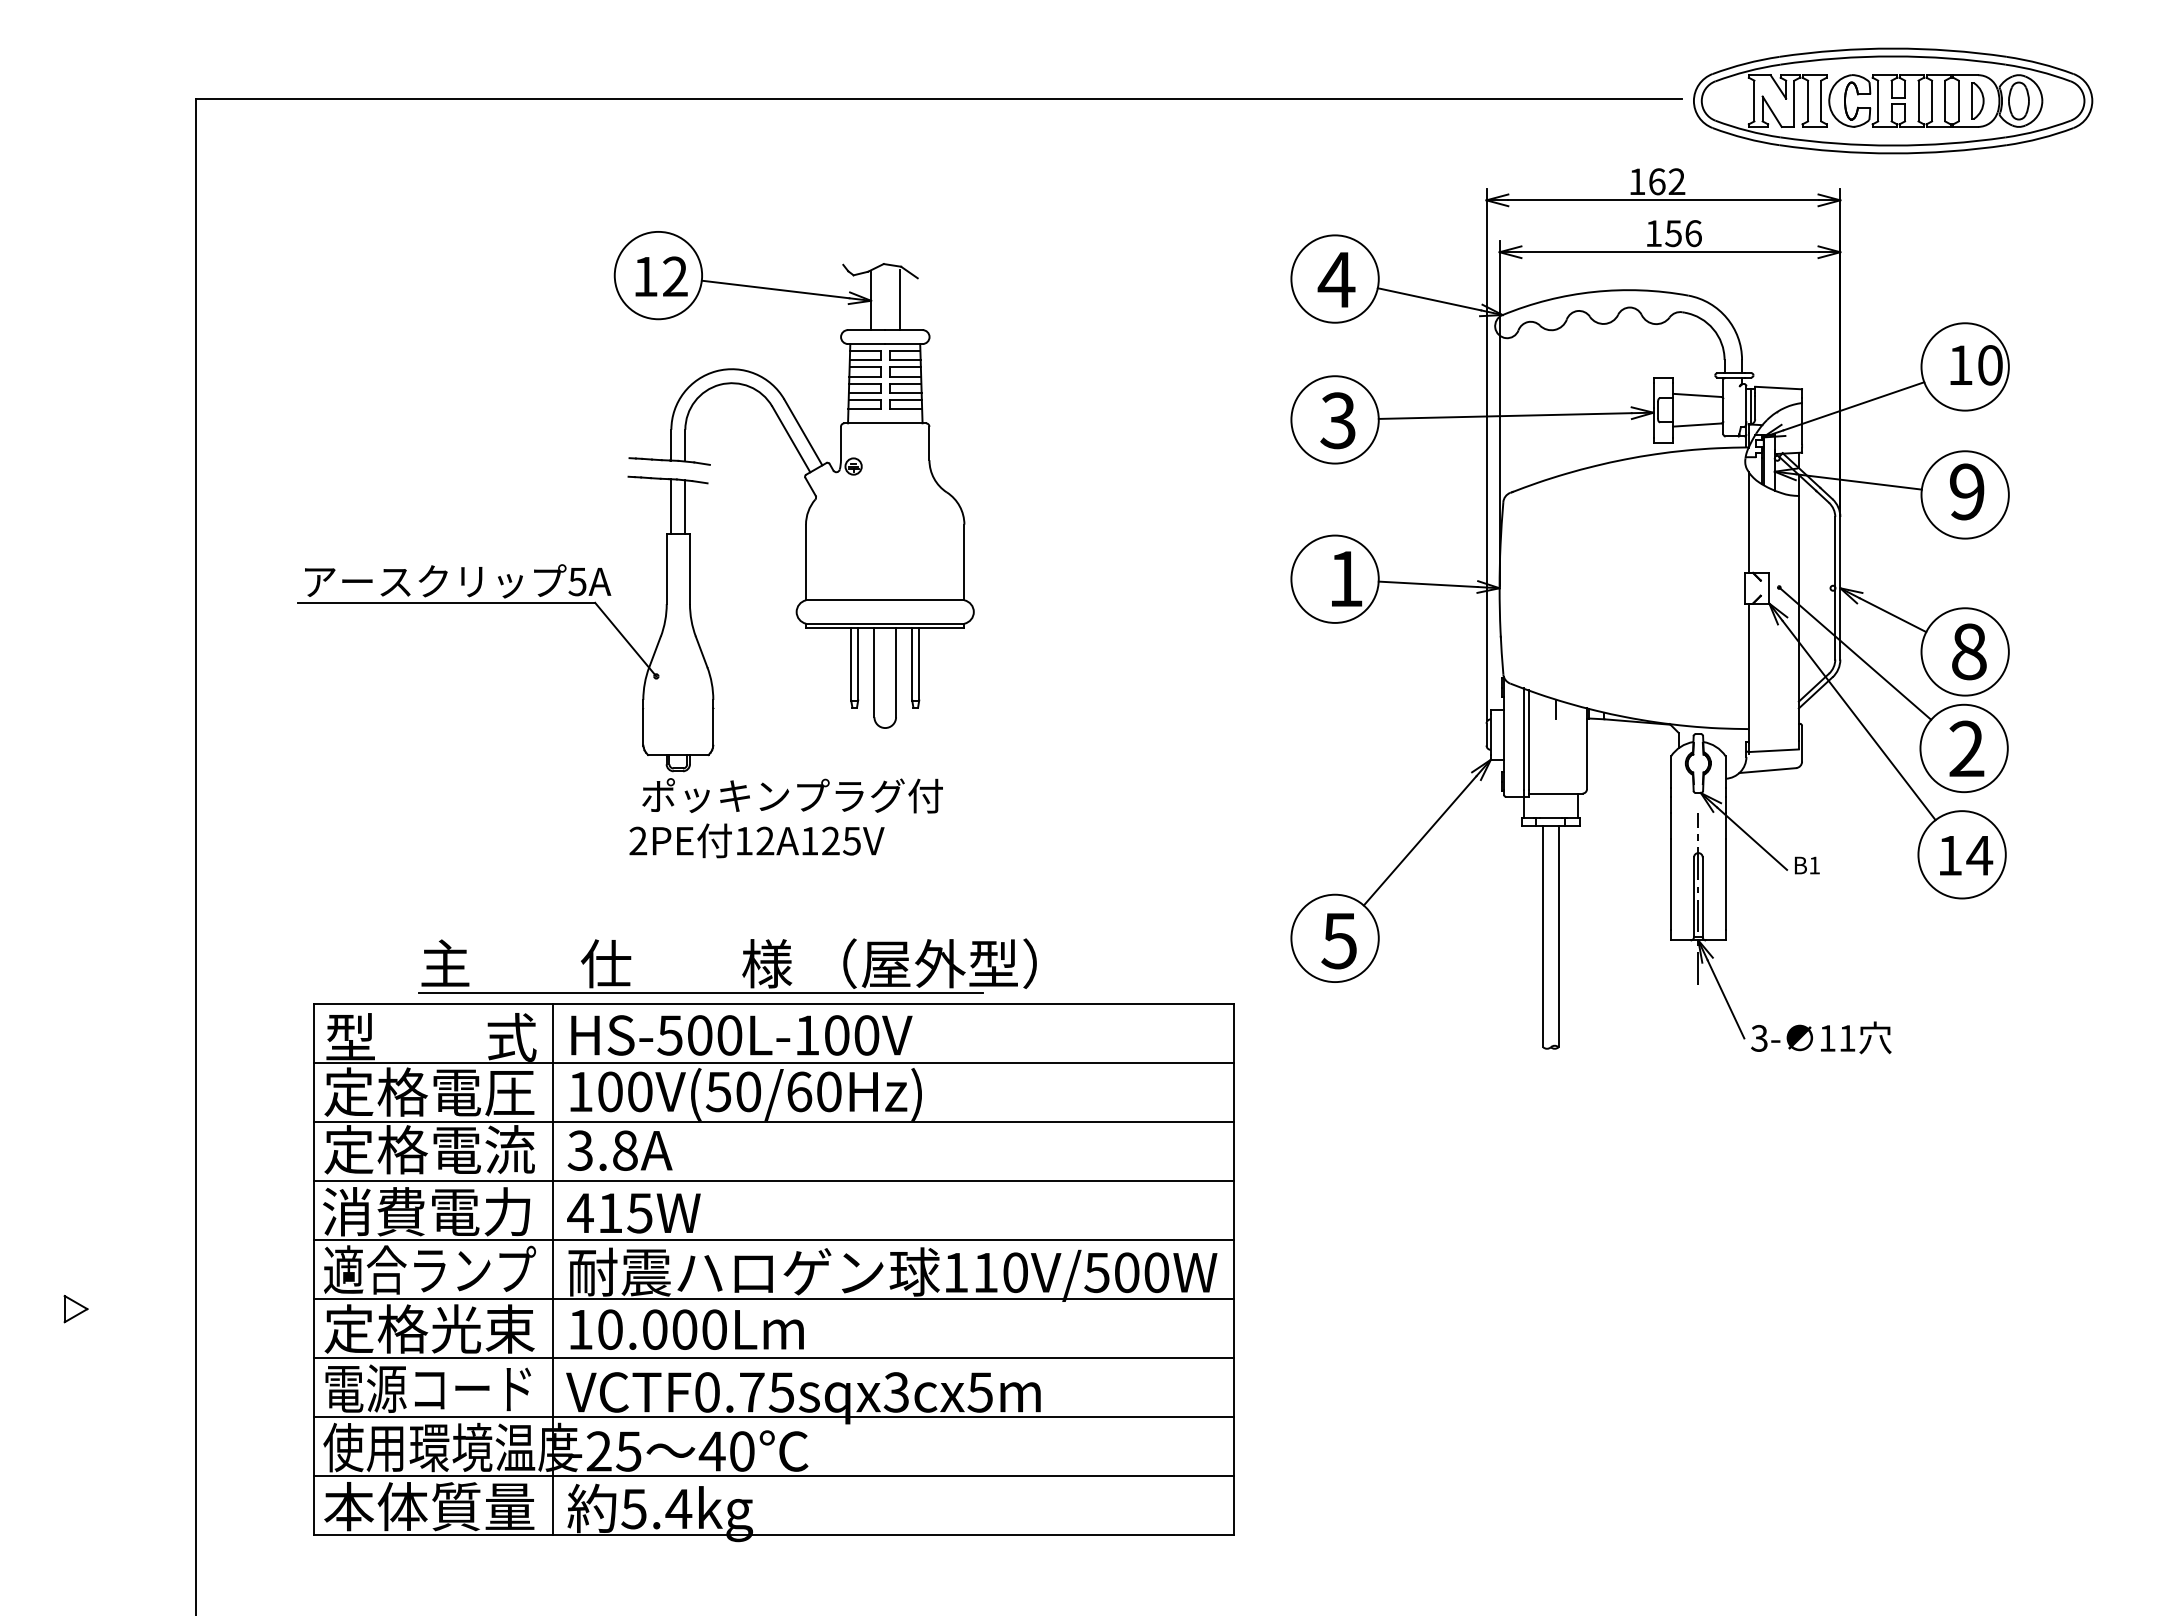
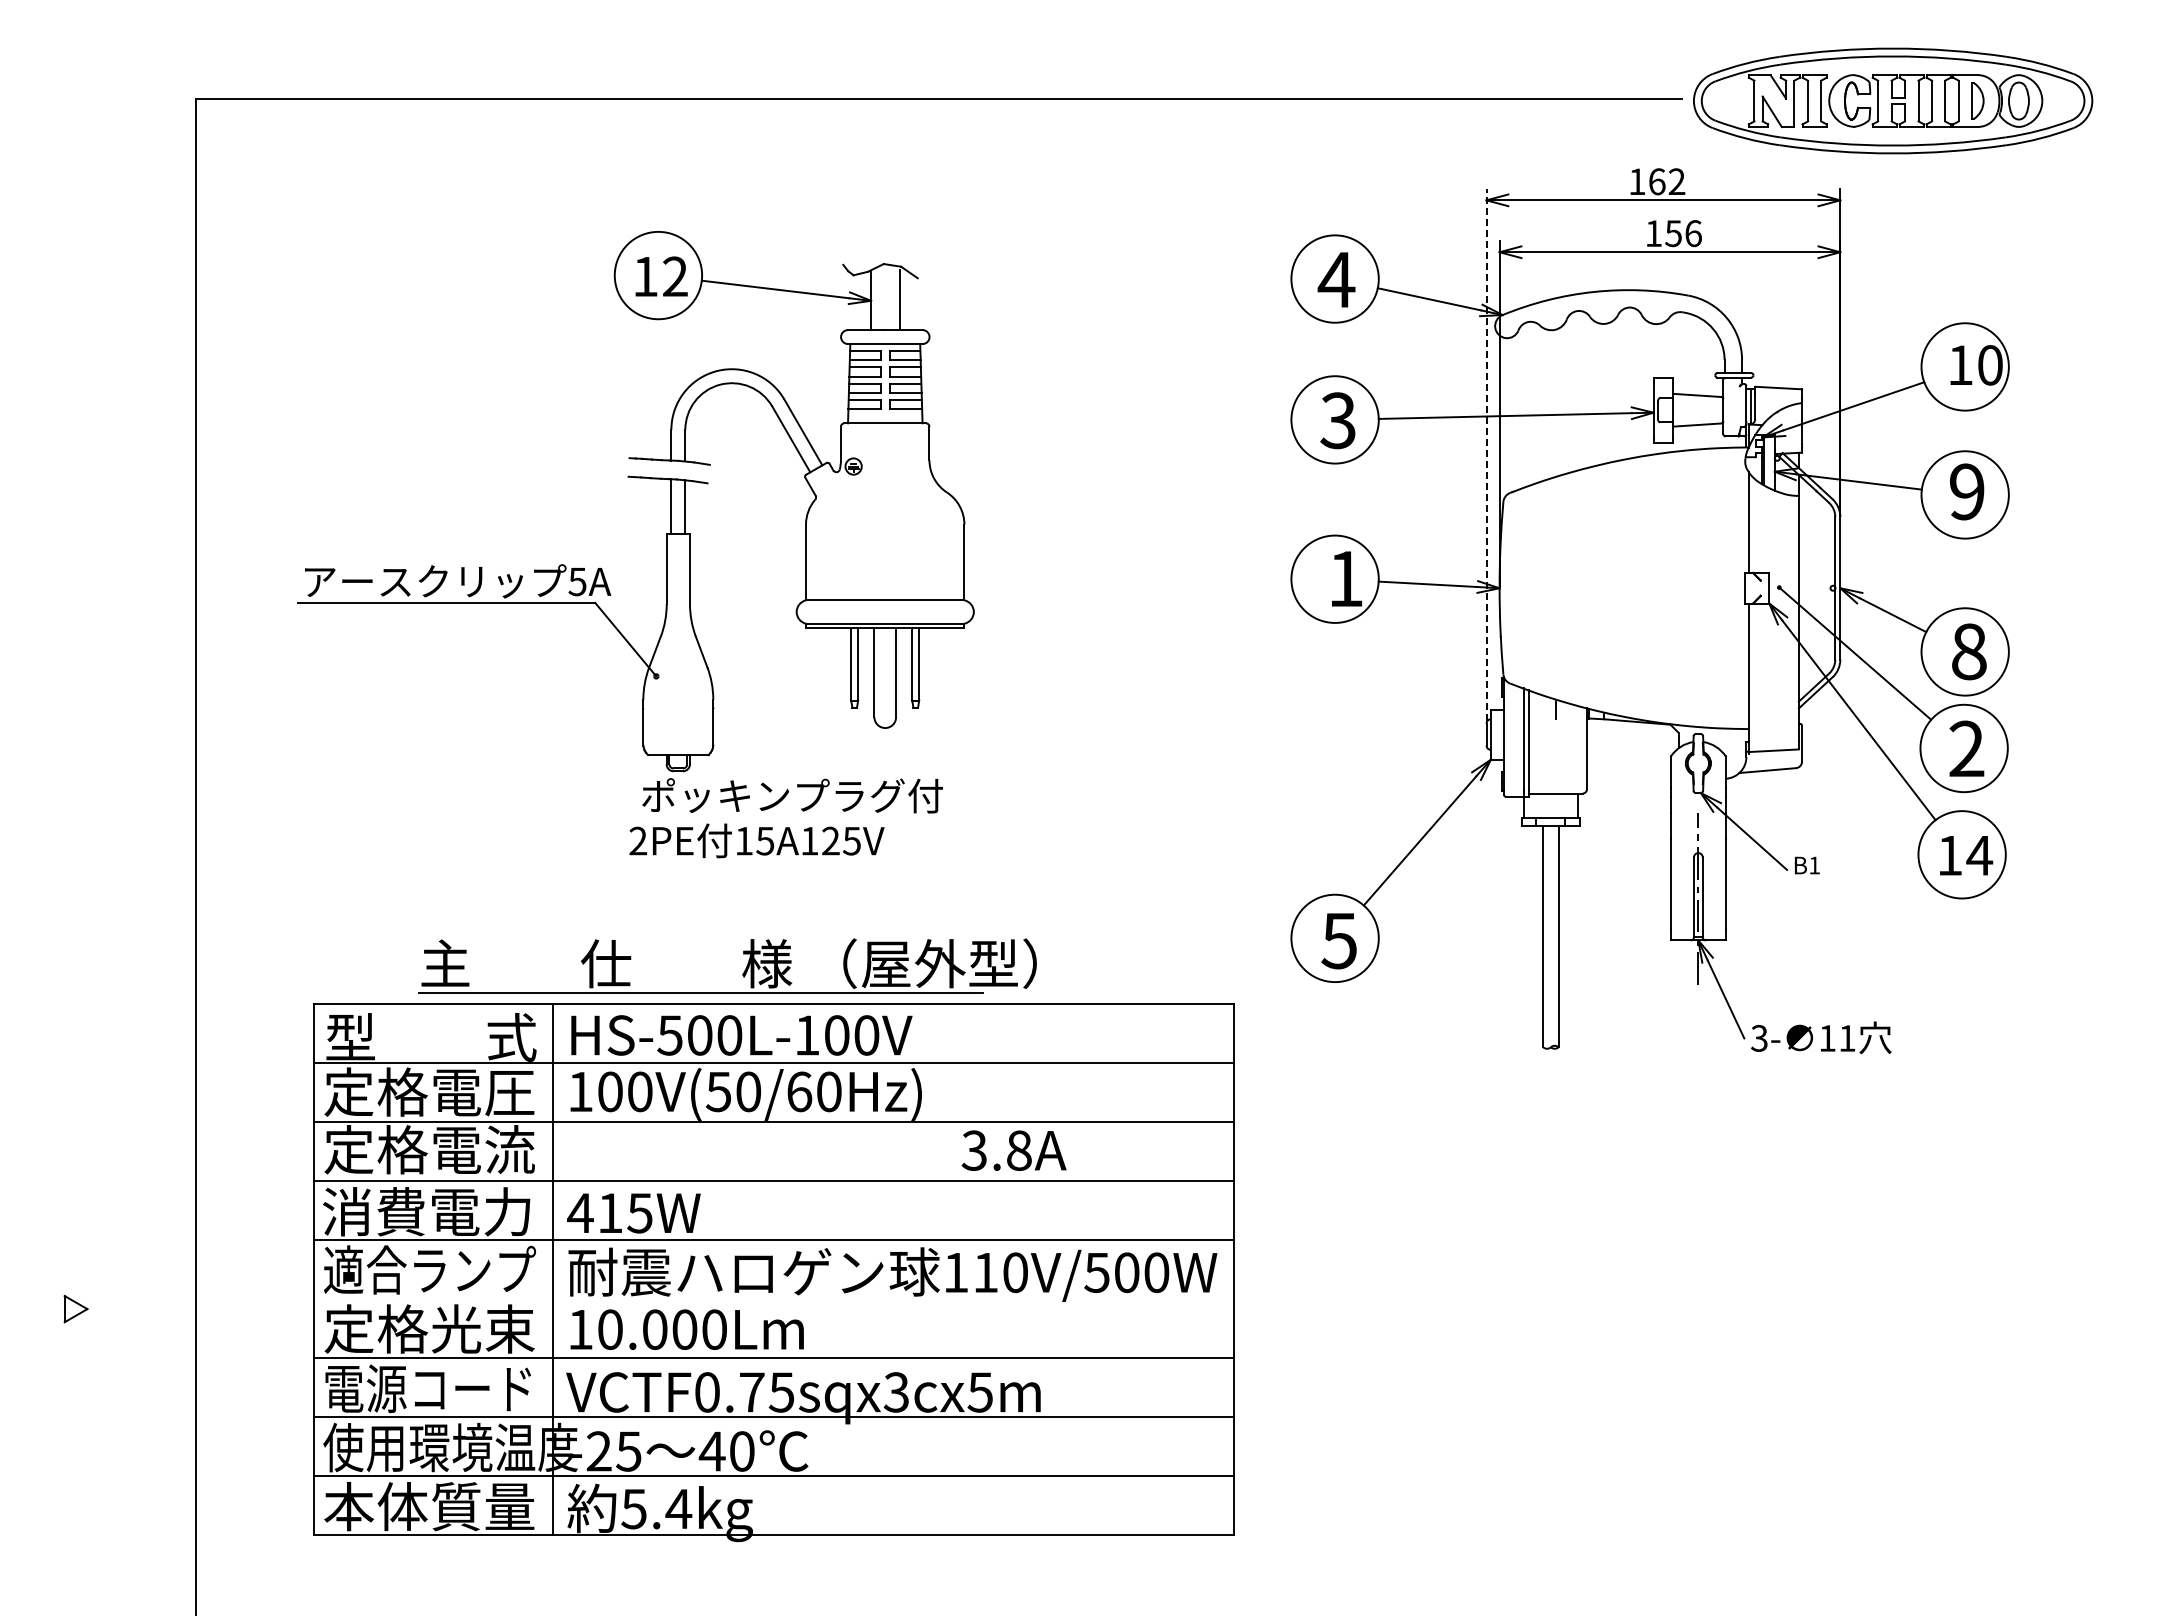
line at (1486, 454): solid -> dashed
text at (765, 840): 12A125V -> 15A125V
text at (619, 1150) position: (619, 1150) -> (1013, 1150)
line at (773, 1299): present -> none
